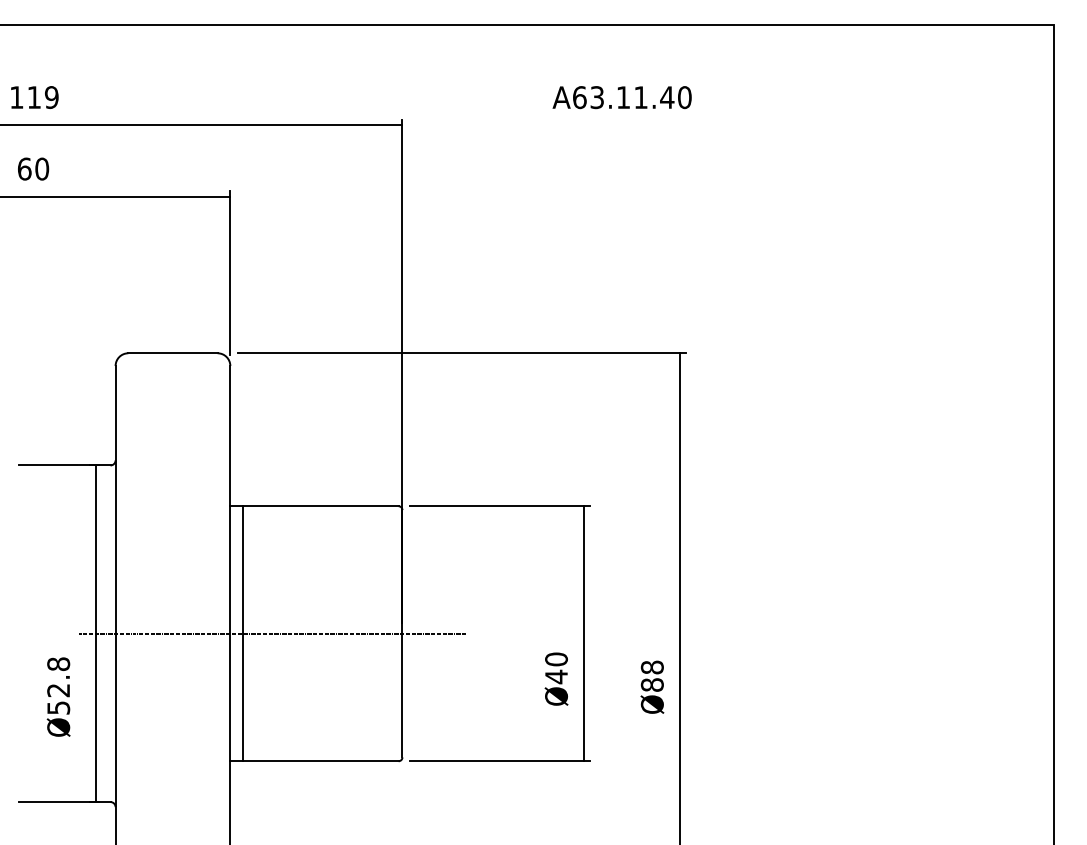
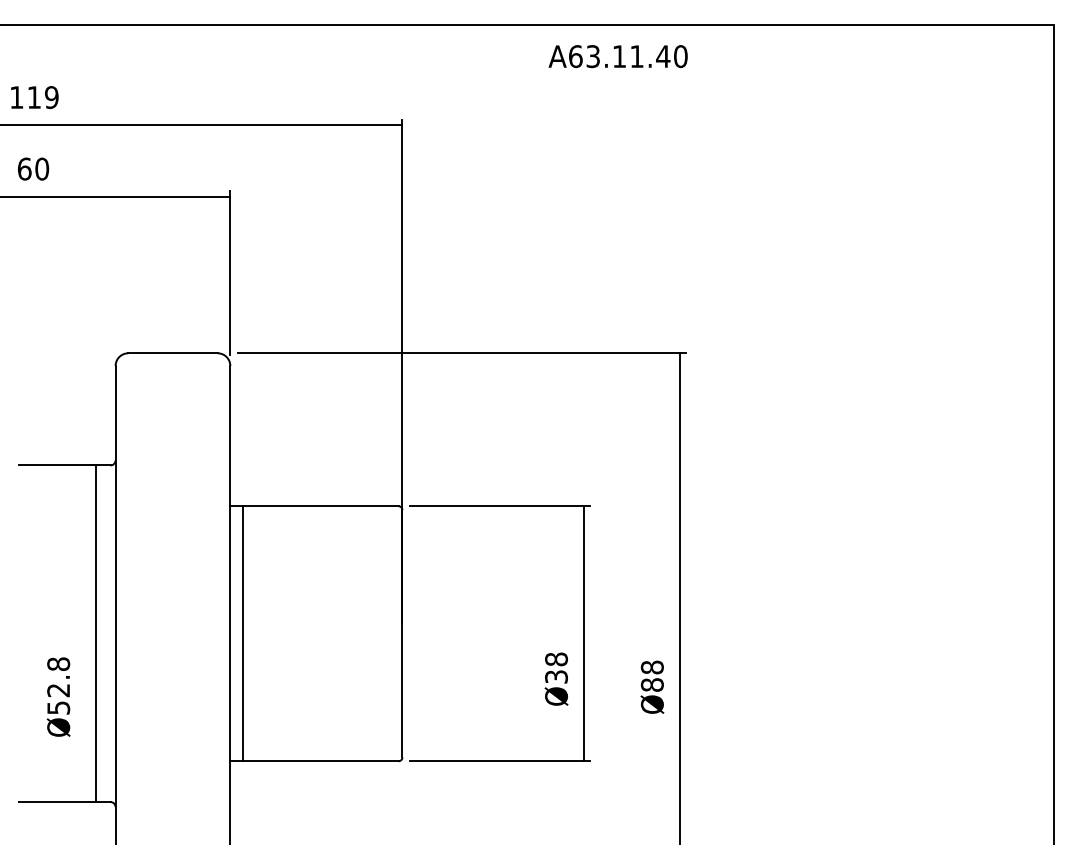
text at (621, 97) position: (621, 97) -> (617, 56)
line at (271, 633): present -> none
text at (556, 668): Ø40 -> Ø38
